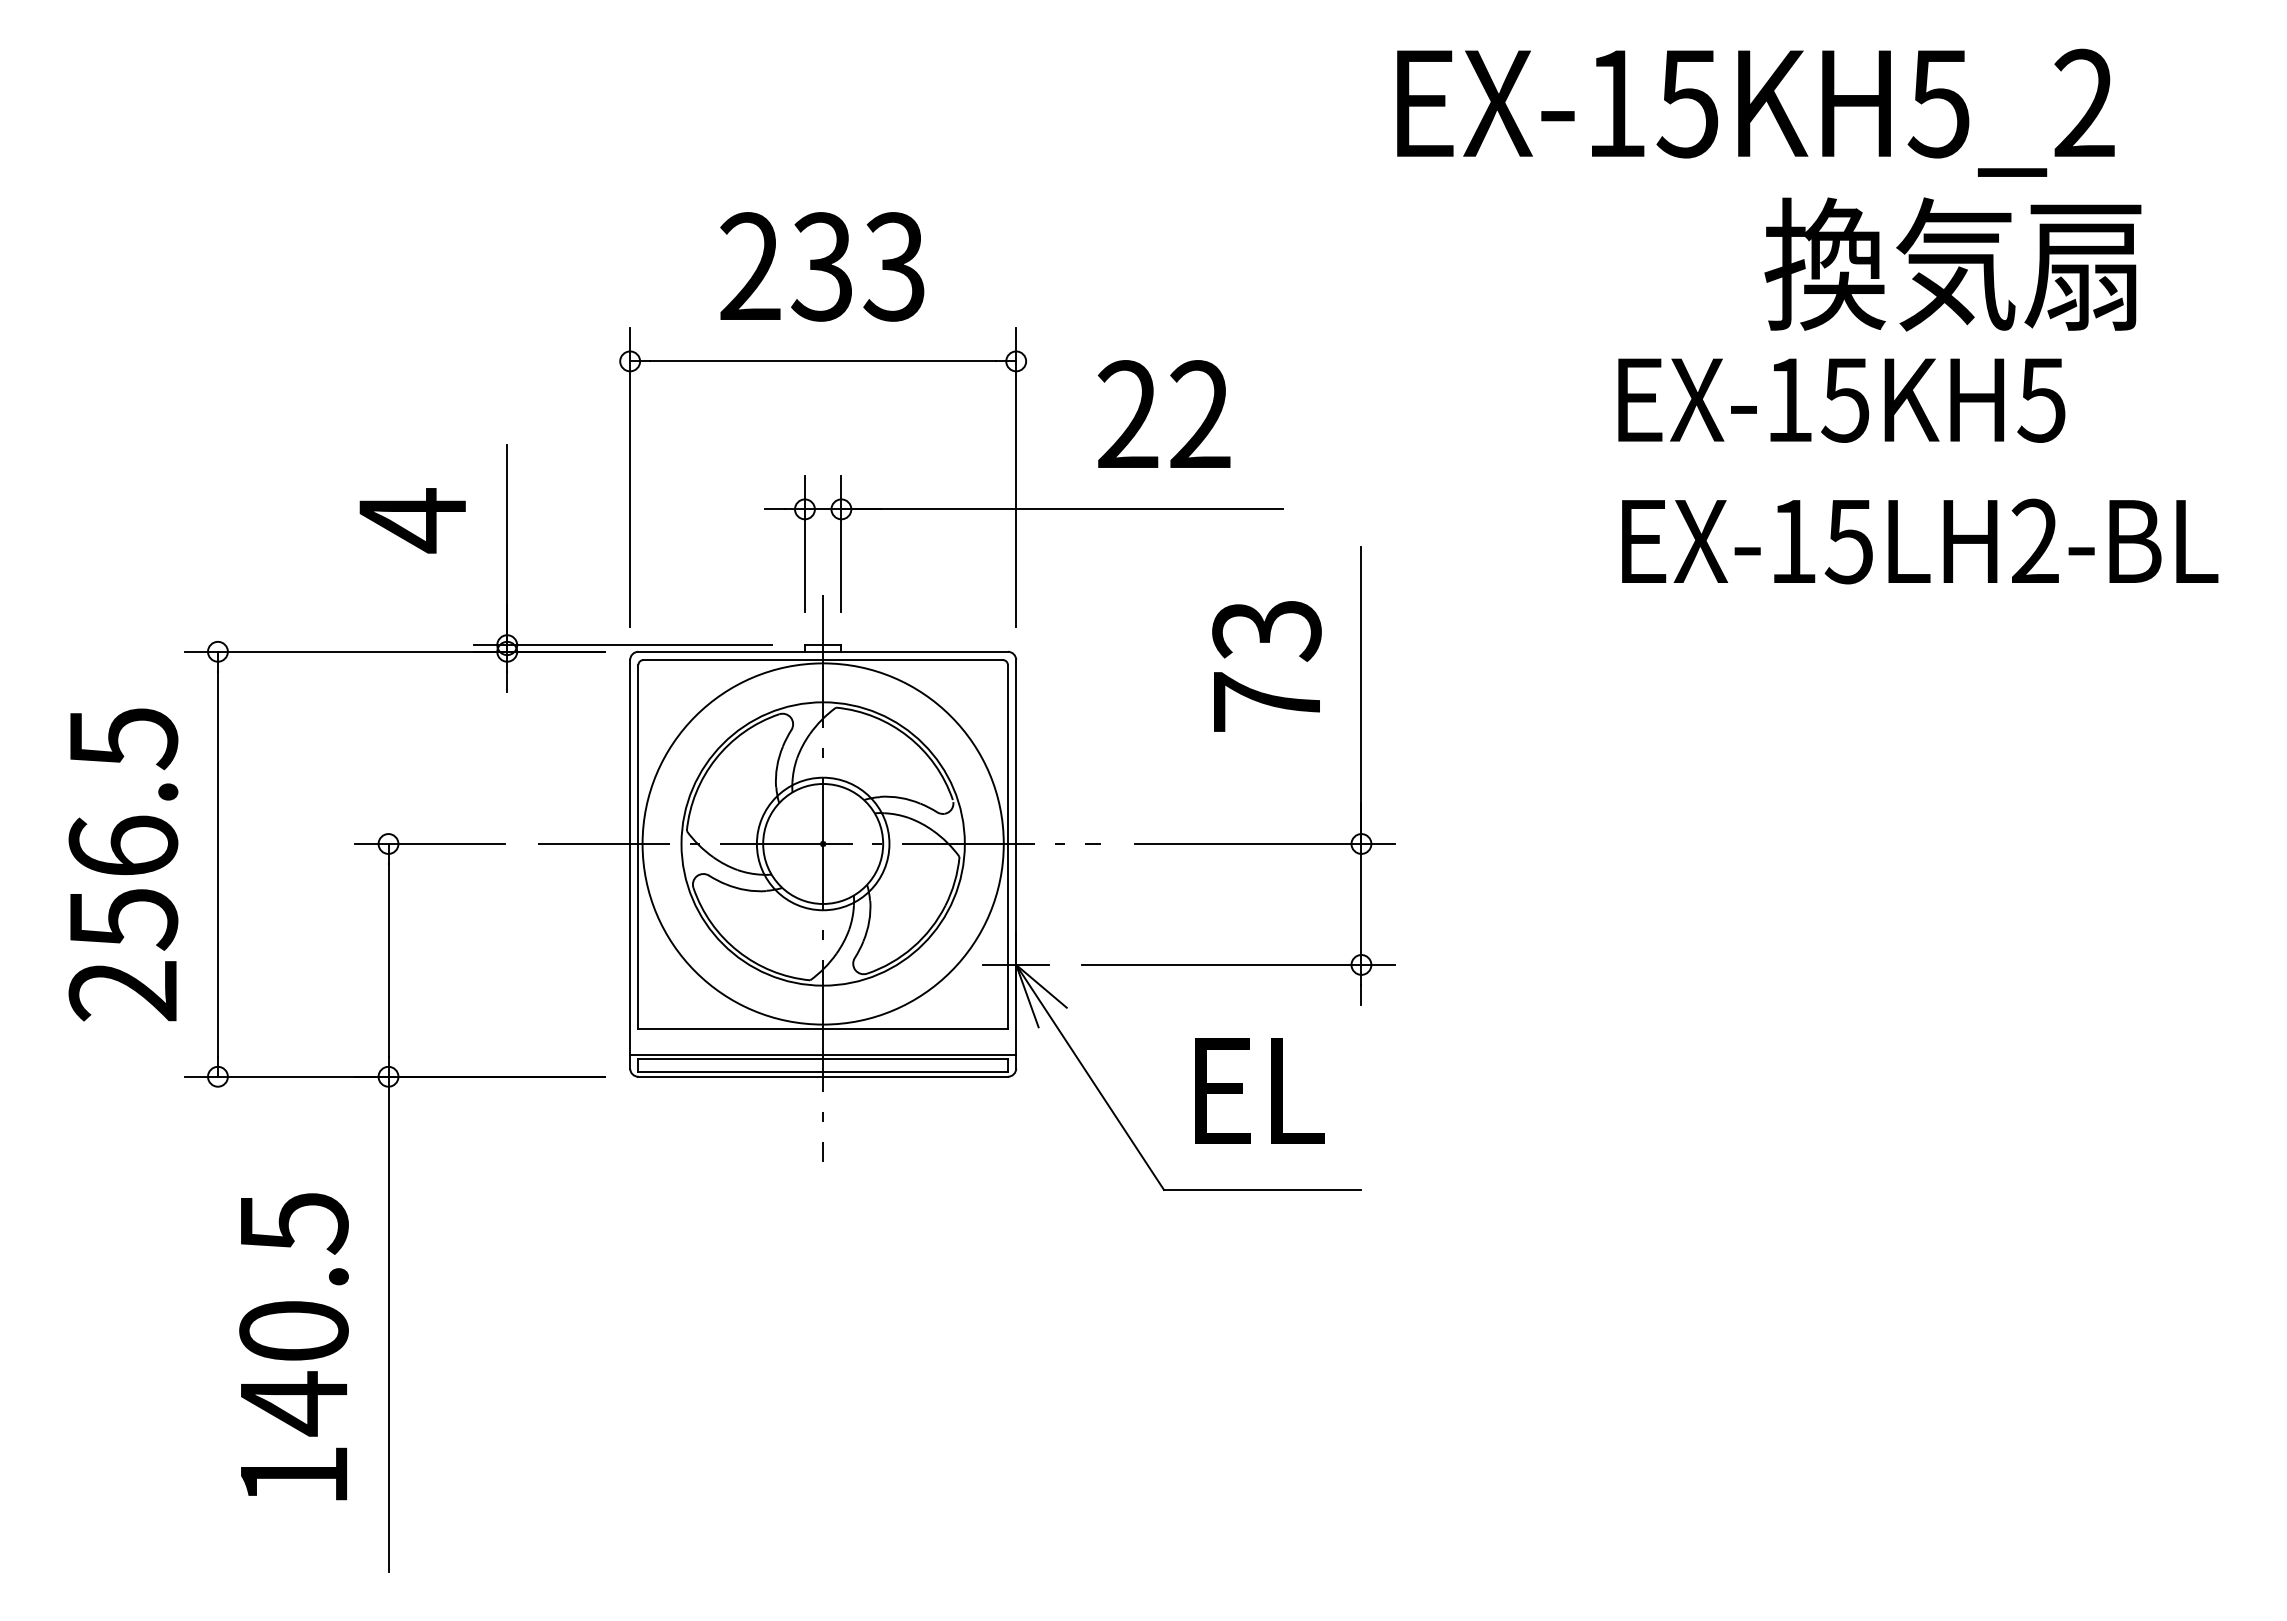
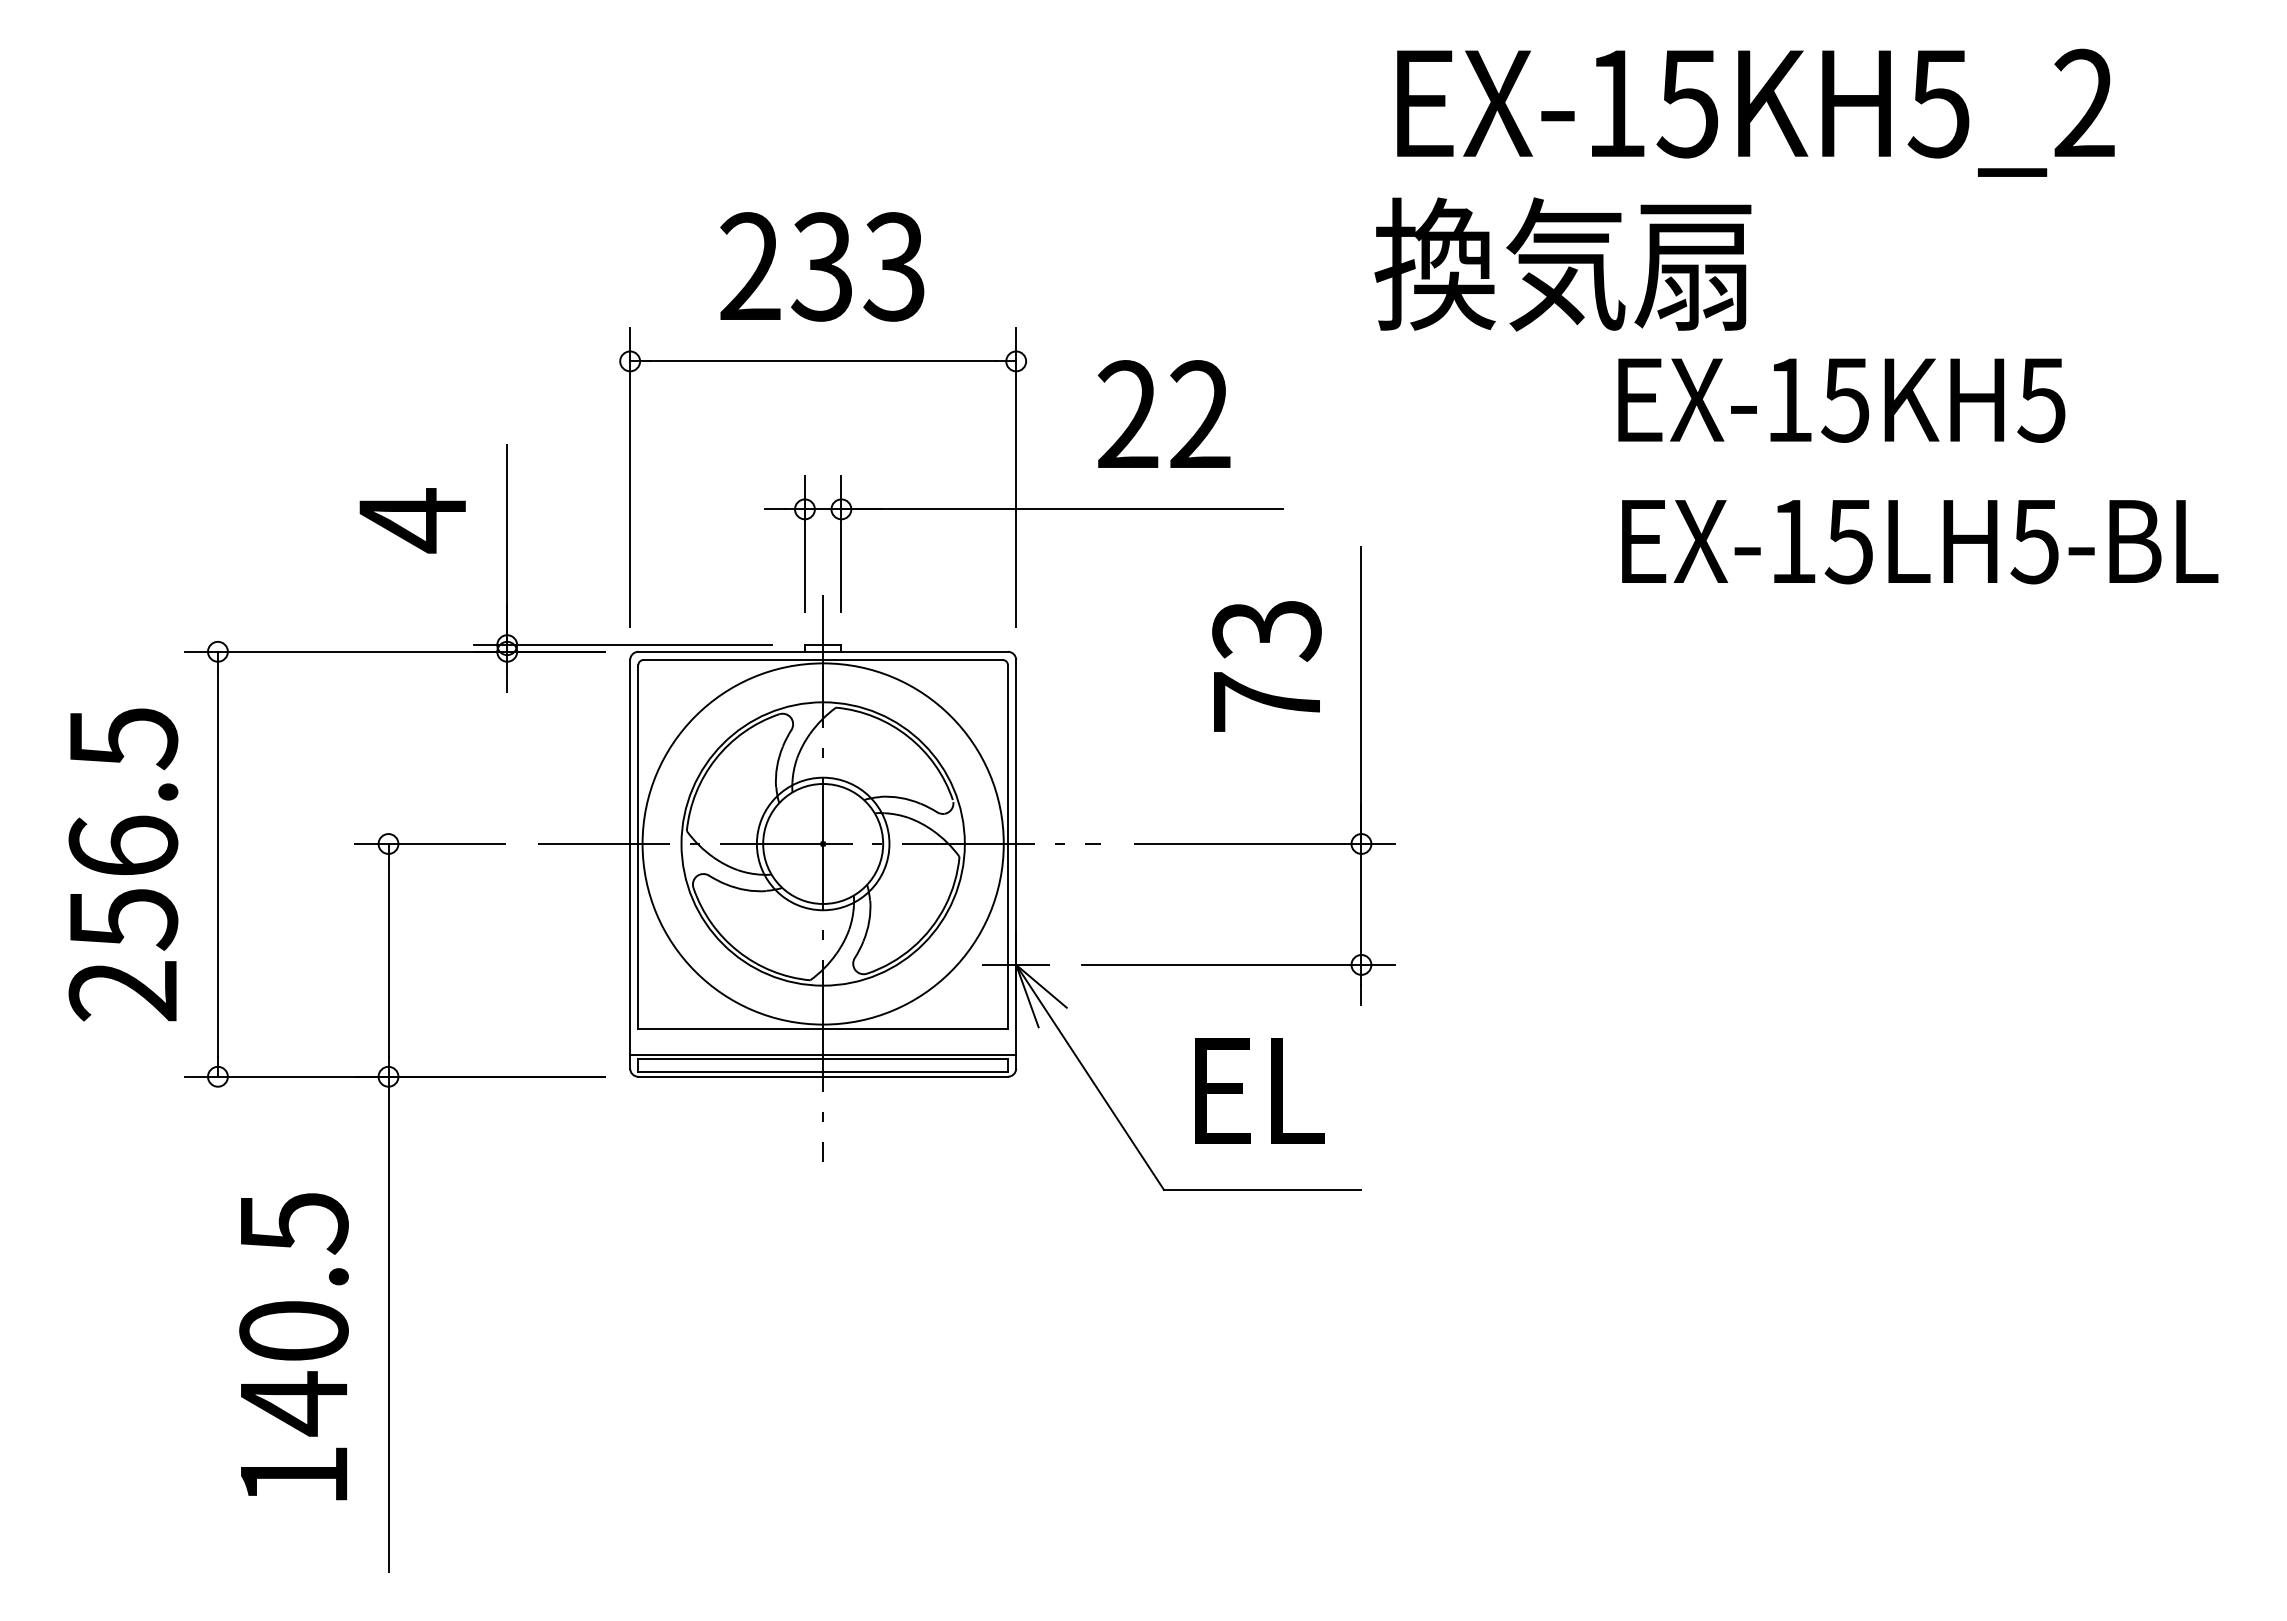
text at (1952, 264) position: (1952, 264) -> (1562, 264)
text at (2034, 541): EX-15LH2-BL -> EX-15LH5-BL
